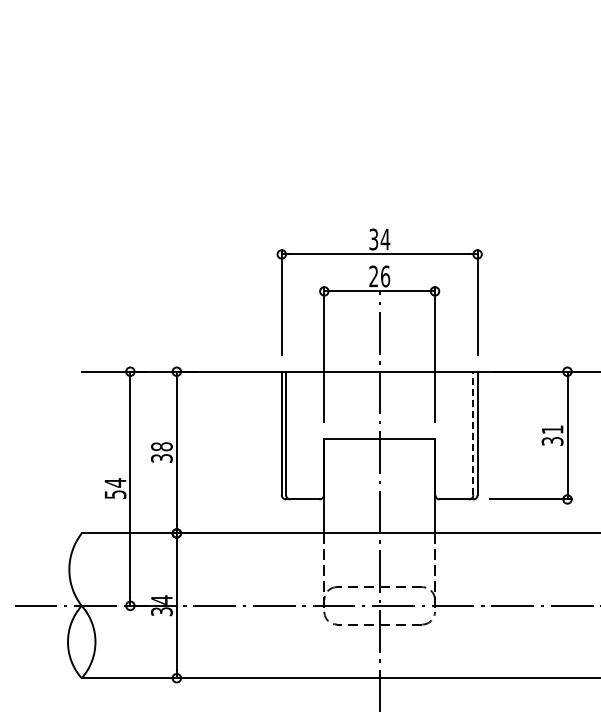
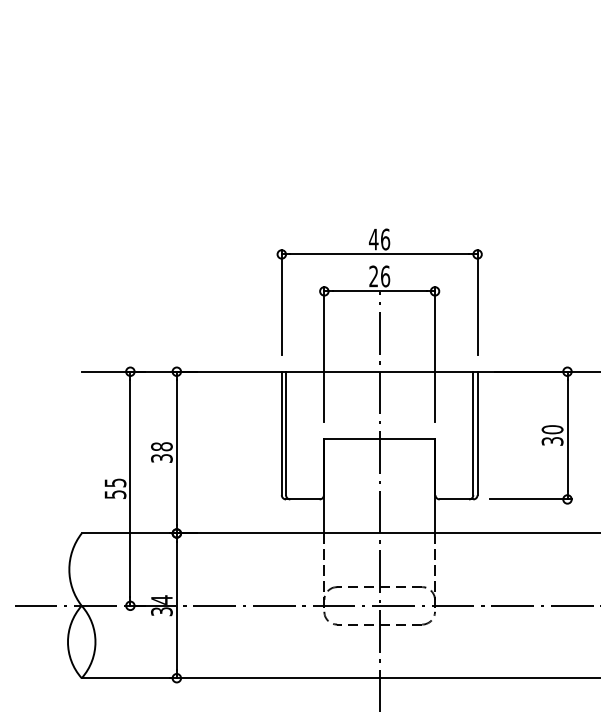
text at (379, 239): 34 -> 46
text at (552, 429): 31 -> 30
line at (473, 433): dashed -> solid
text at (115, 482): 54 -> 55
